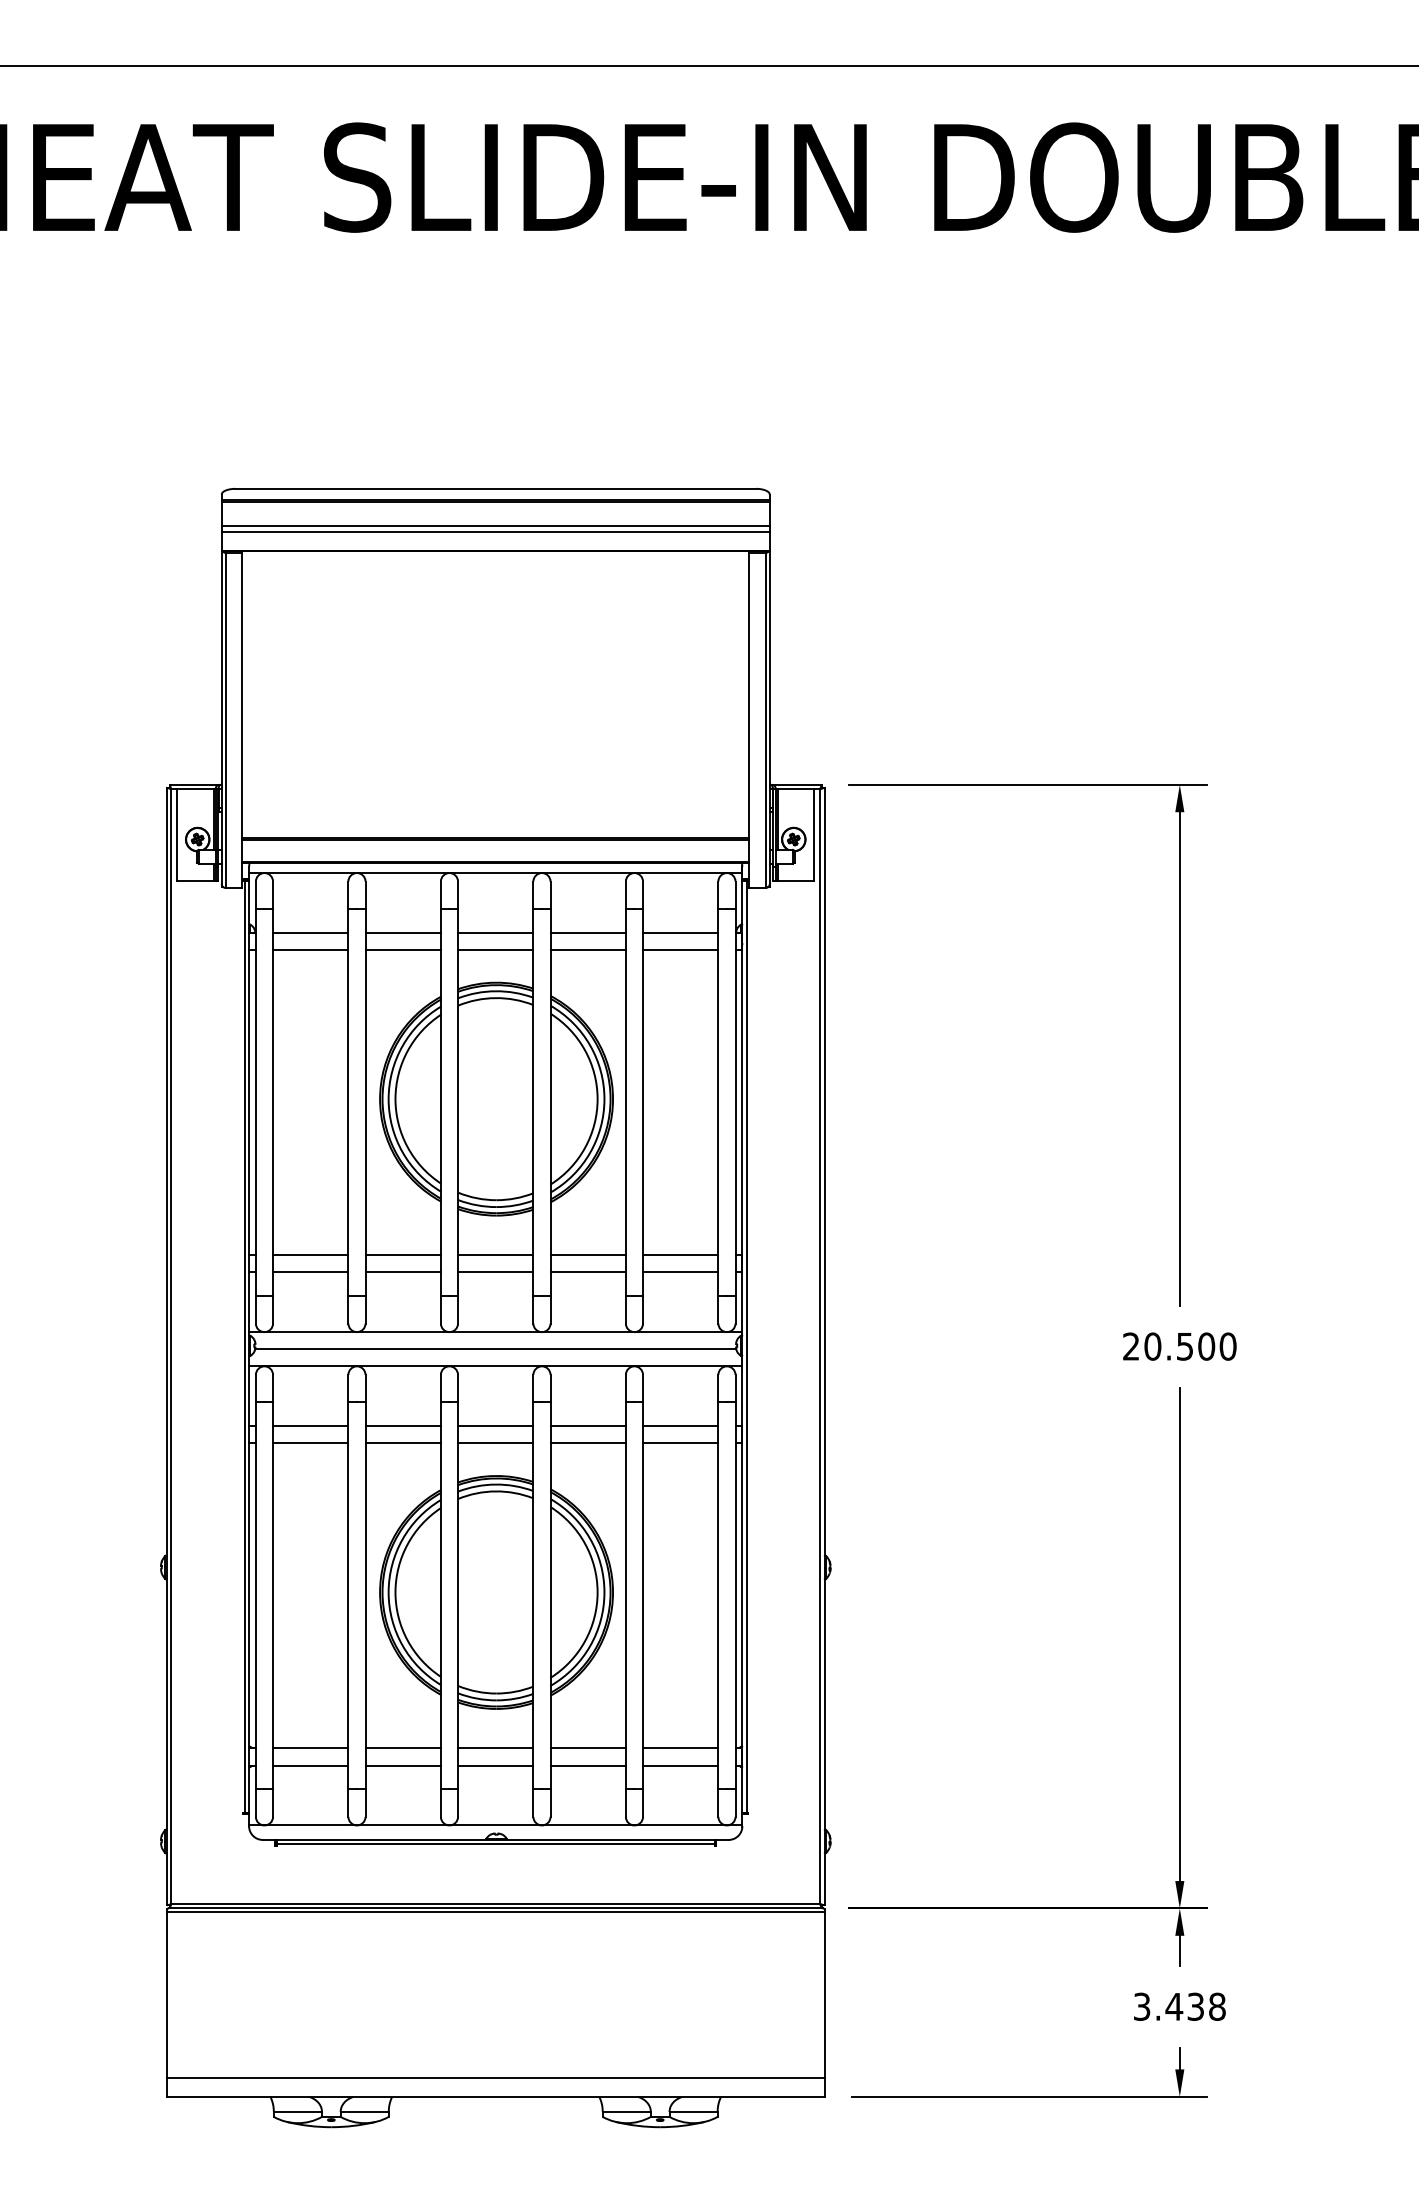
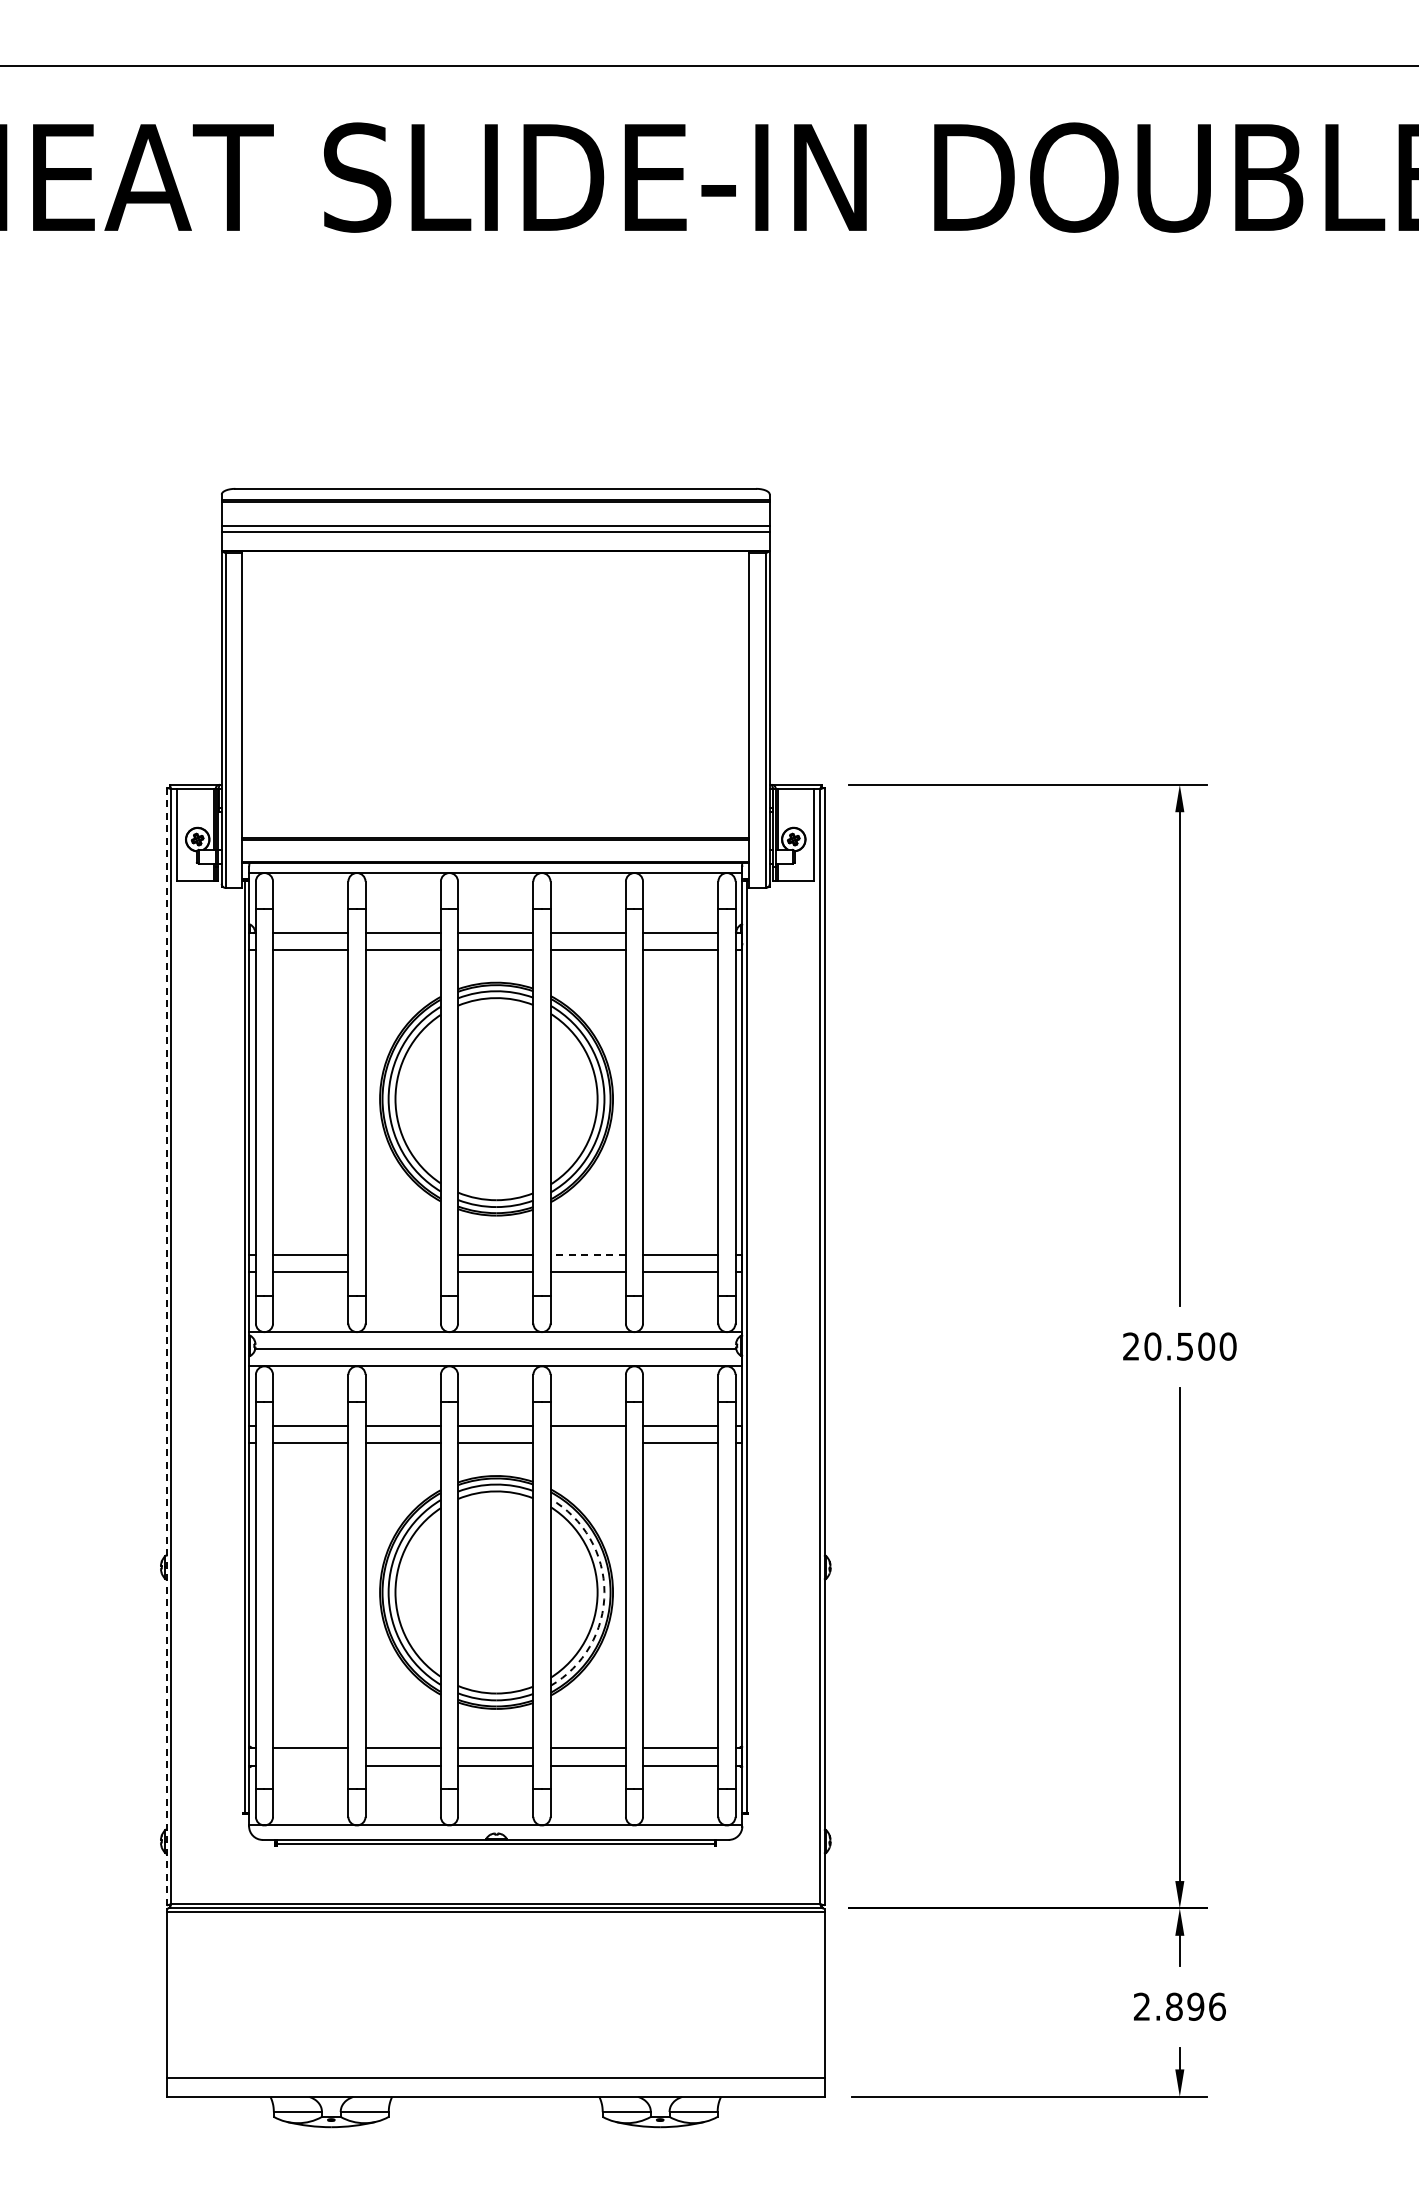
line at (402, 1255): present -> none
line at (588, 1255): solid -> dashed
line at (402, 1272): present -> none
line at (166, 1346): solid -> dashed
line at (587, 1443): present -> none
arc at (604, 1592): solid -> dashed
line at (310, 1765): present -> none
text at (1179, 2006): 3.438 -> 2.896
